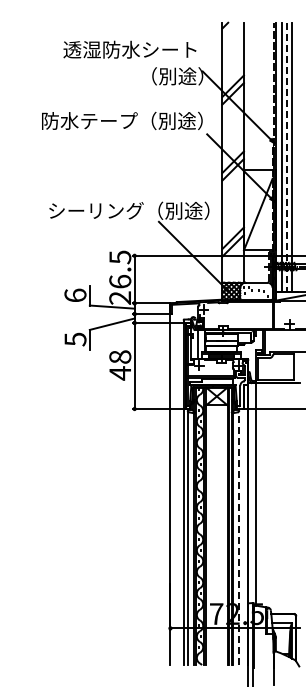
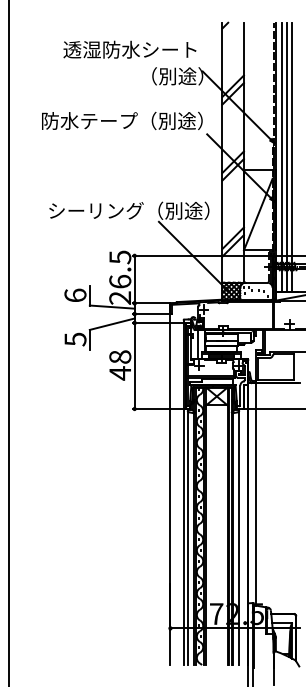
line at (286, 157): dashed -> solid
line at (9, 342): none -> present
line at (239, 537): dashed -> solid
